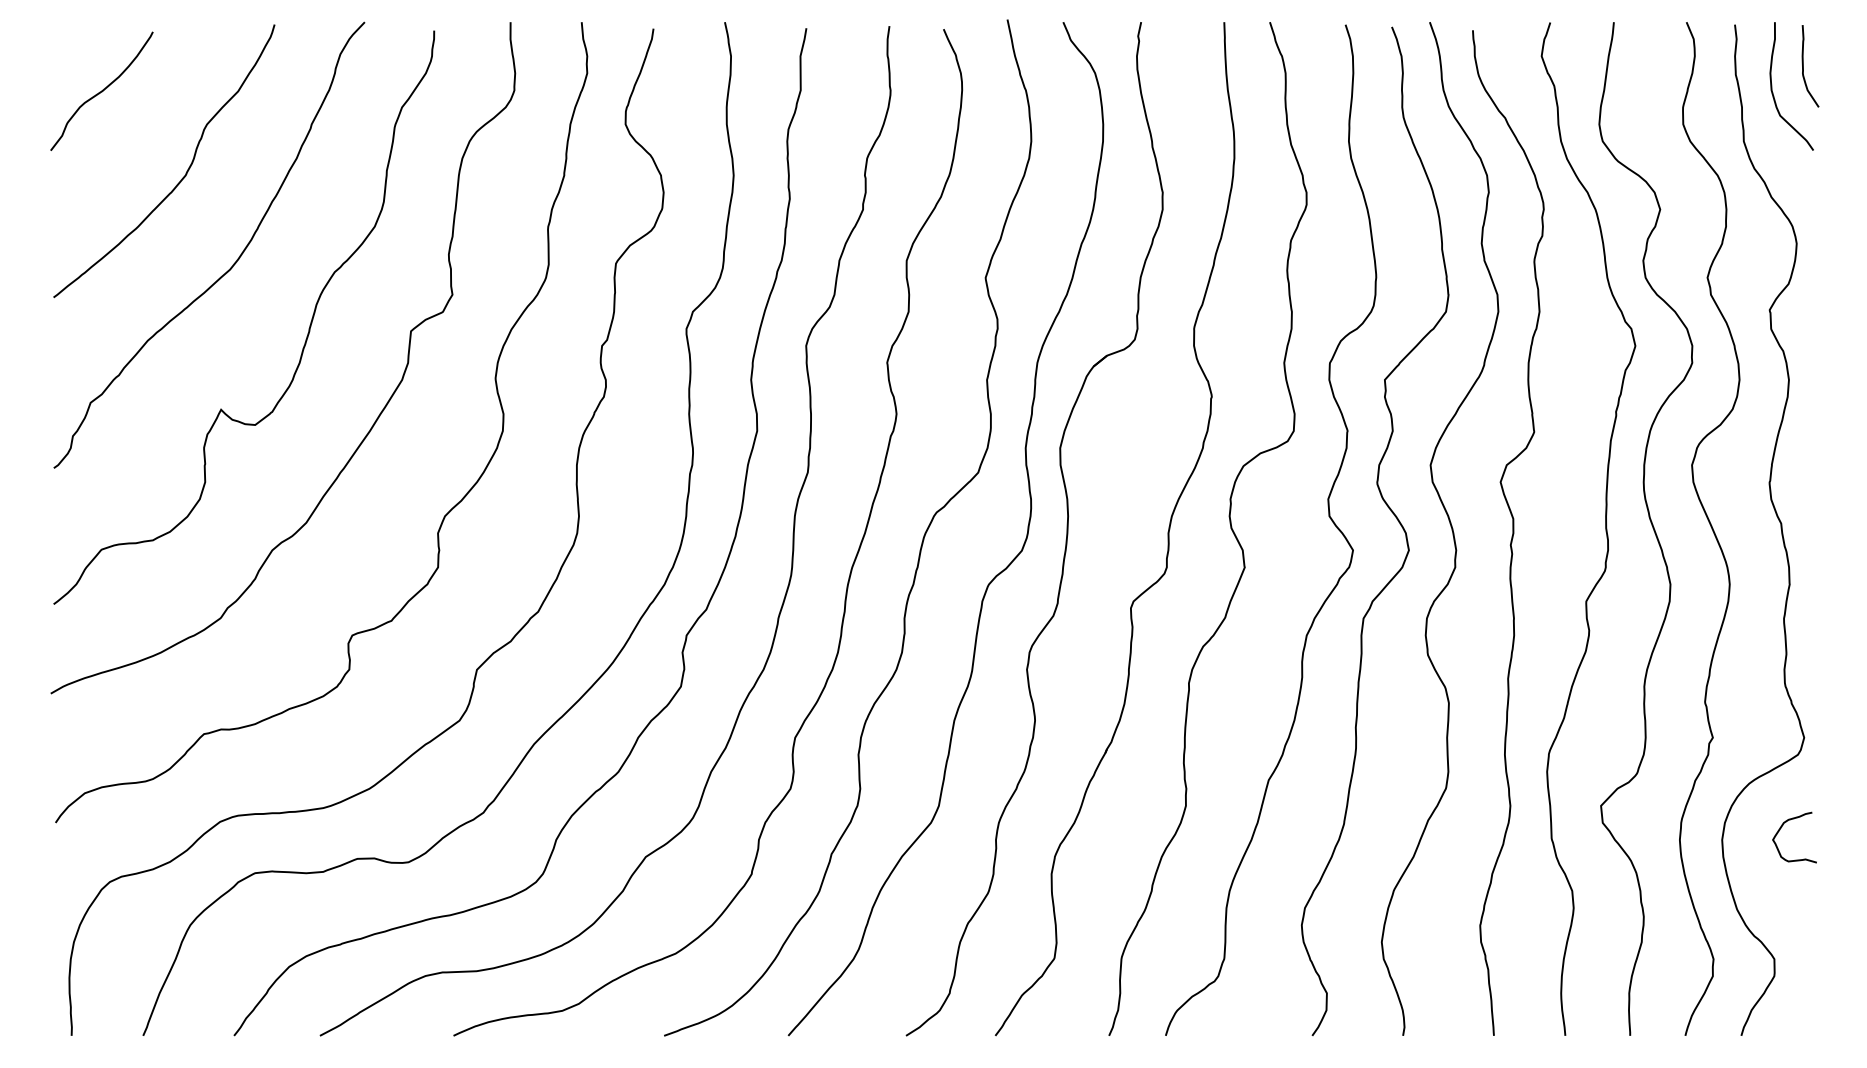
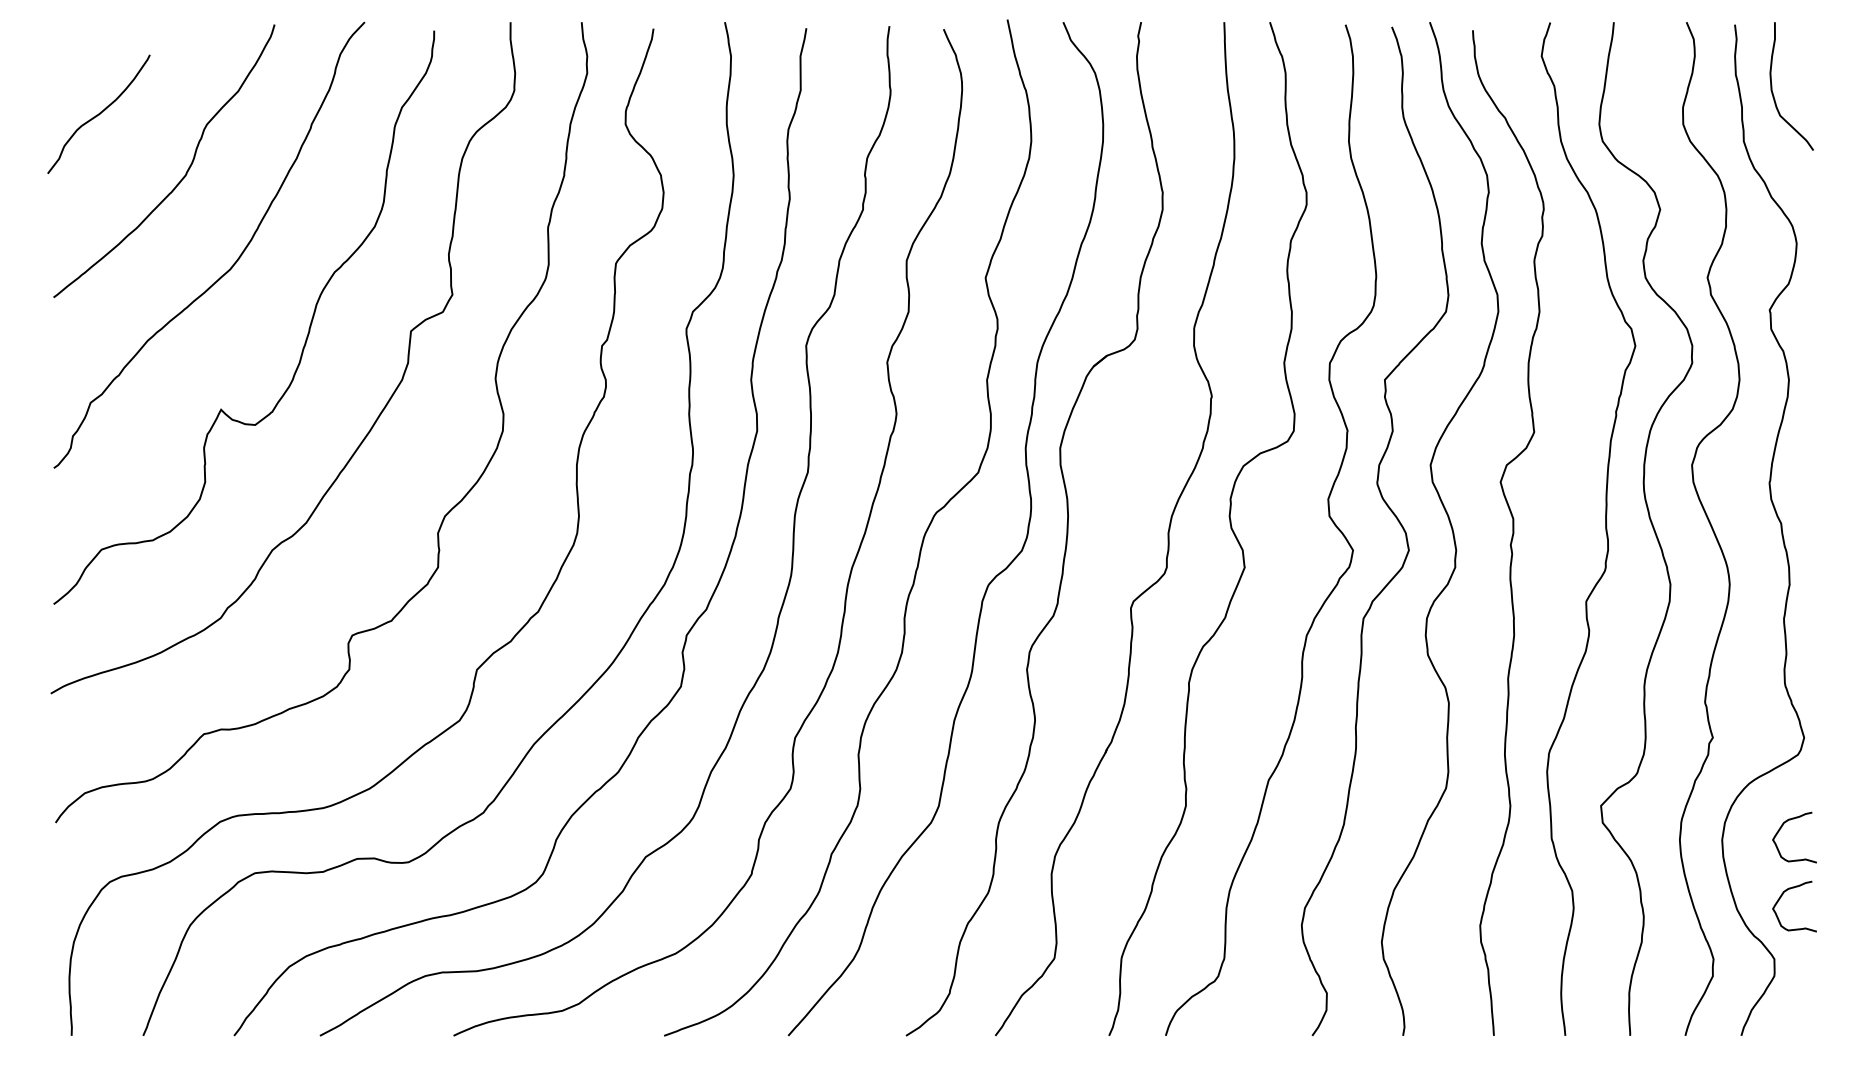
curve at (1803, 66): present -> none
curve at (101, 90) position: (101, 90) -> (98, 113)
curve at (1780, 899): none -> present
